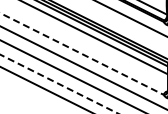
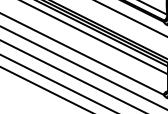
line at (82, 54): dashed -> solid
line at (59, 84): dashed -> solid
